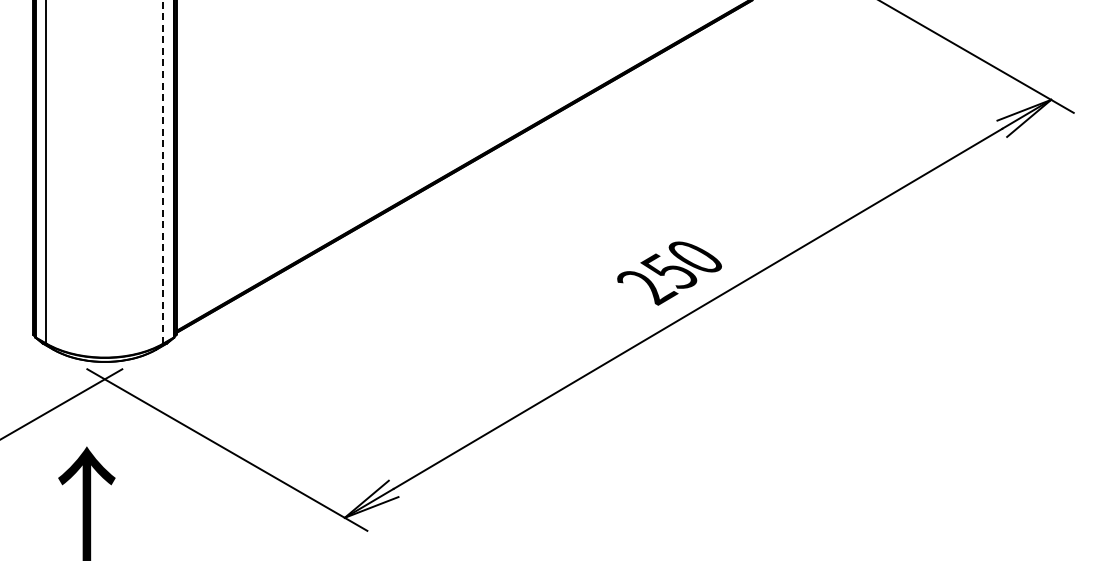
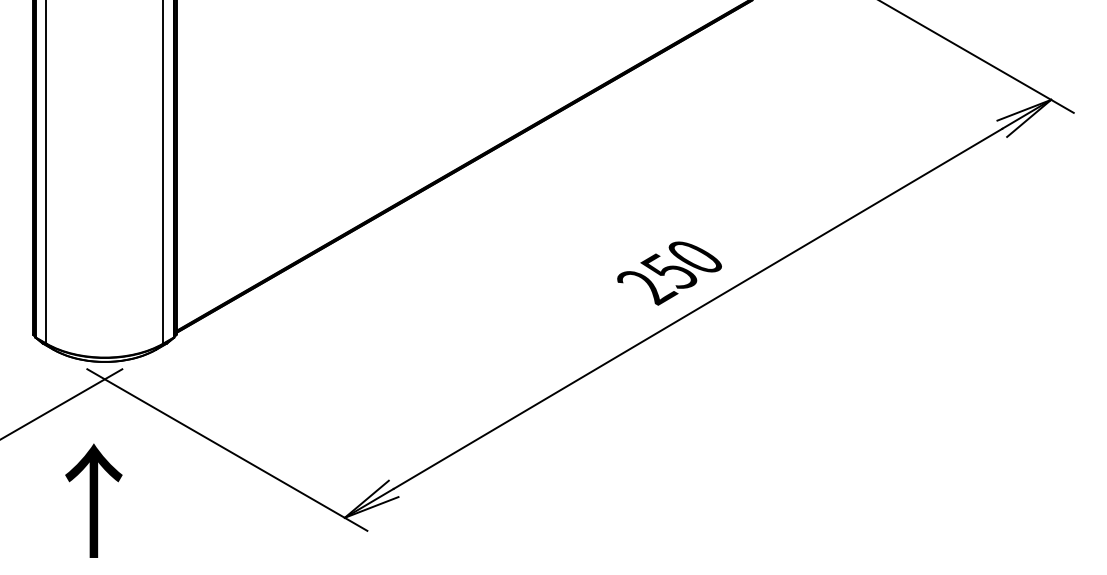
line at (163, 171): dashed -> solid
text at (86, 503) position: (86, 503) -> (93, 500)
